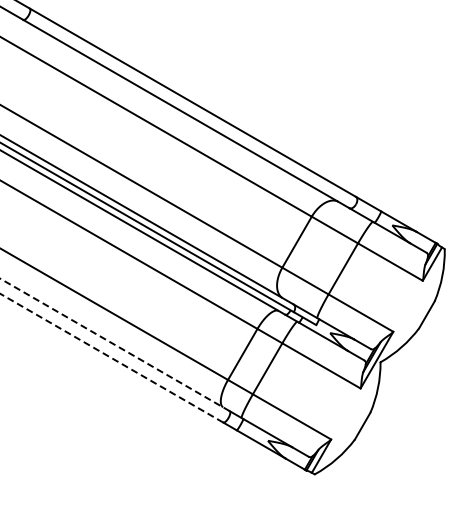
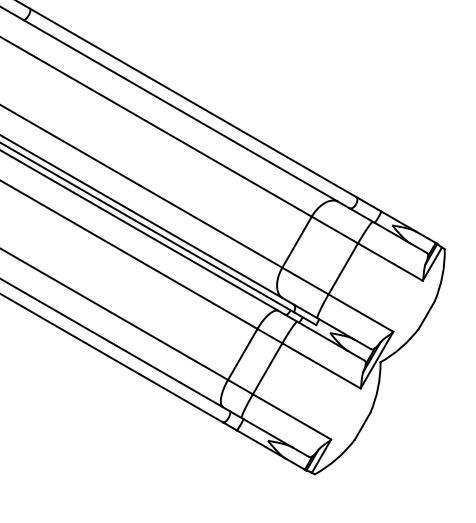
line at (114, 344): dashed -> solid
line at (111, 358): dashed -> solid
